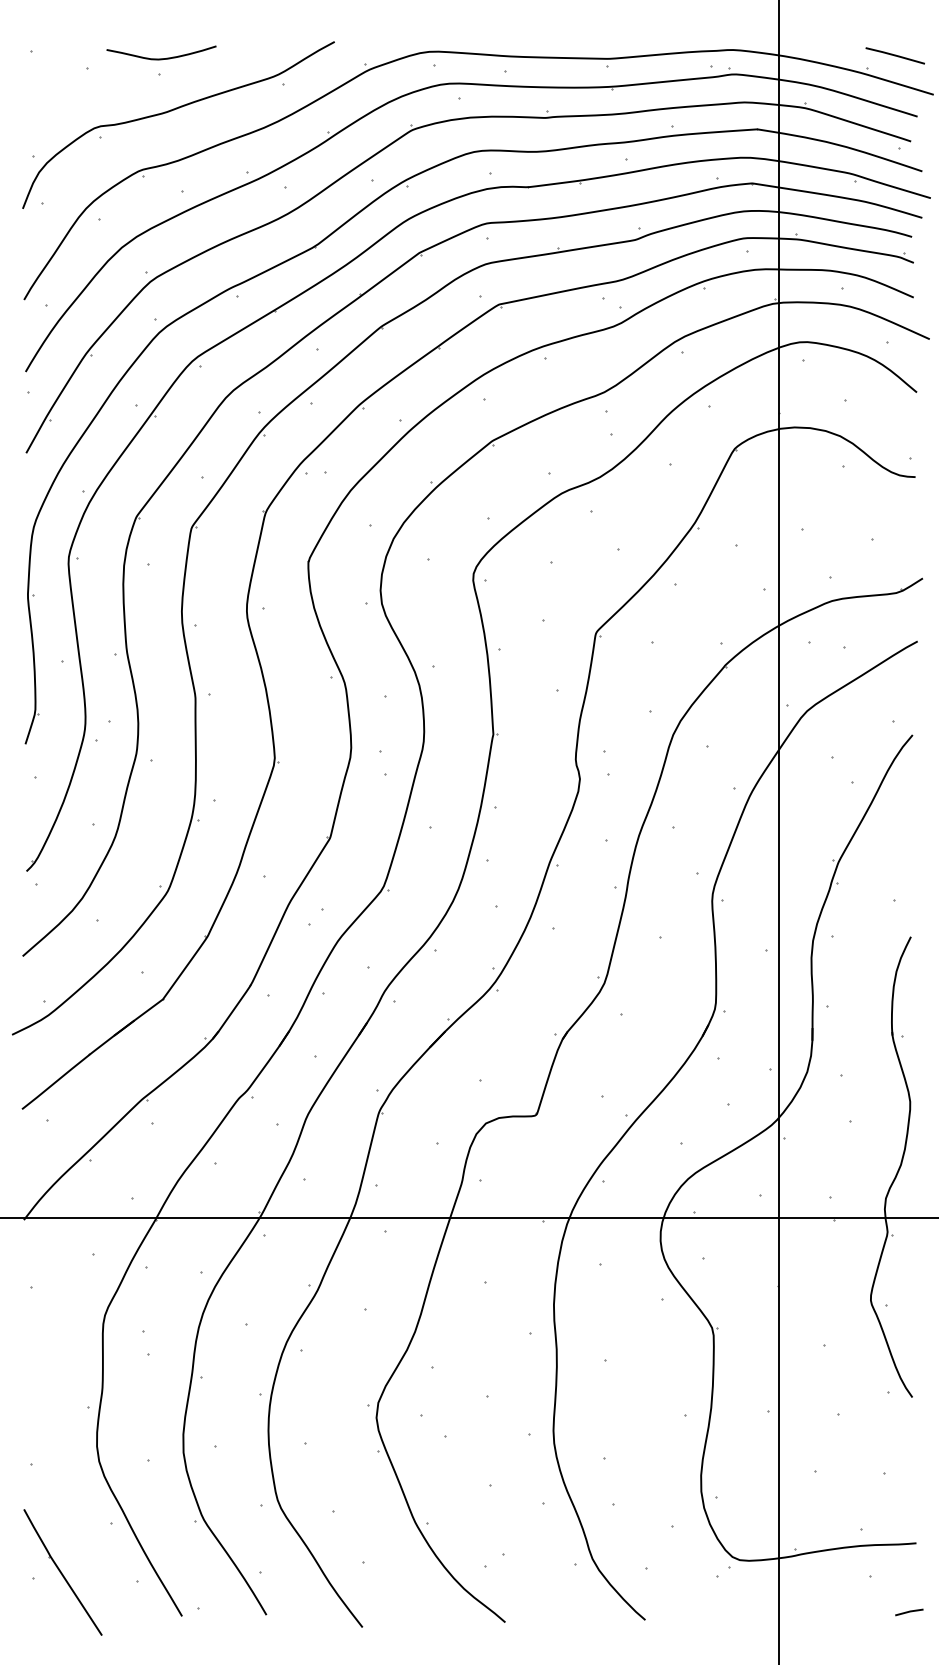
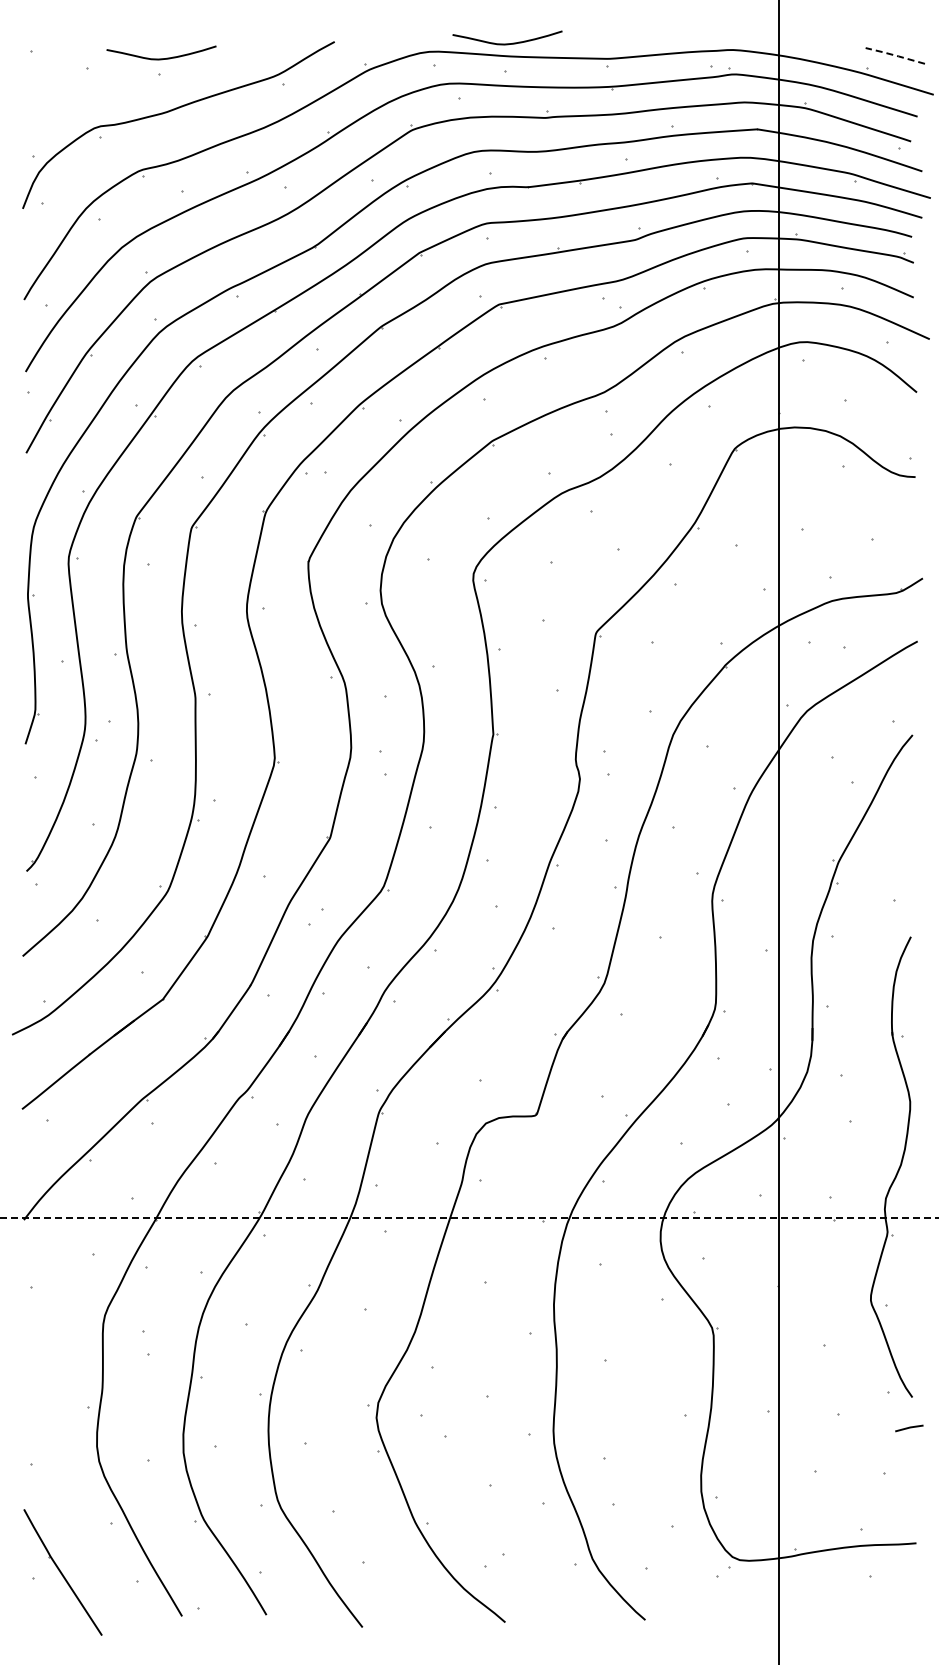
curve at (507, 43): none -> present
line at (894, 55): solid -> dashed
line at (469, 1217): solid -> dashed
line at (909, 1612) position: (909, 1612) -> (909, 1428)
